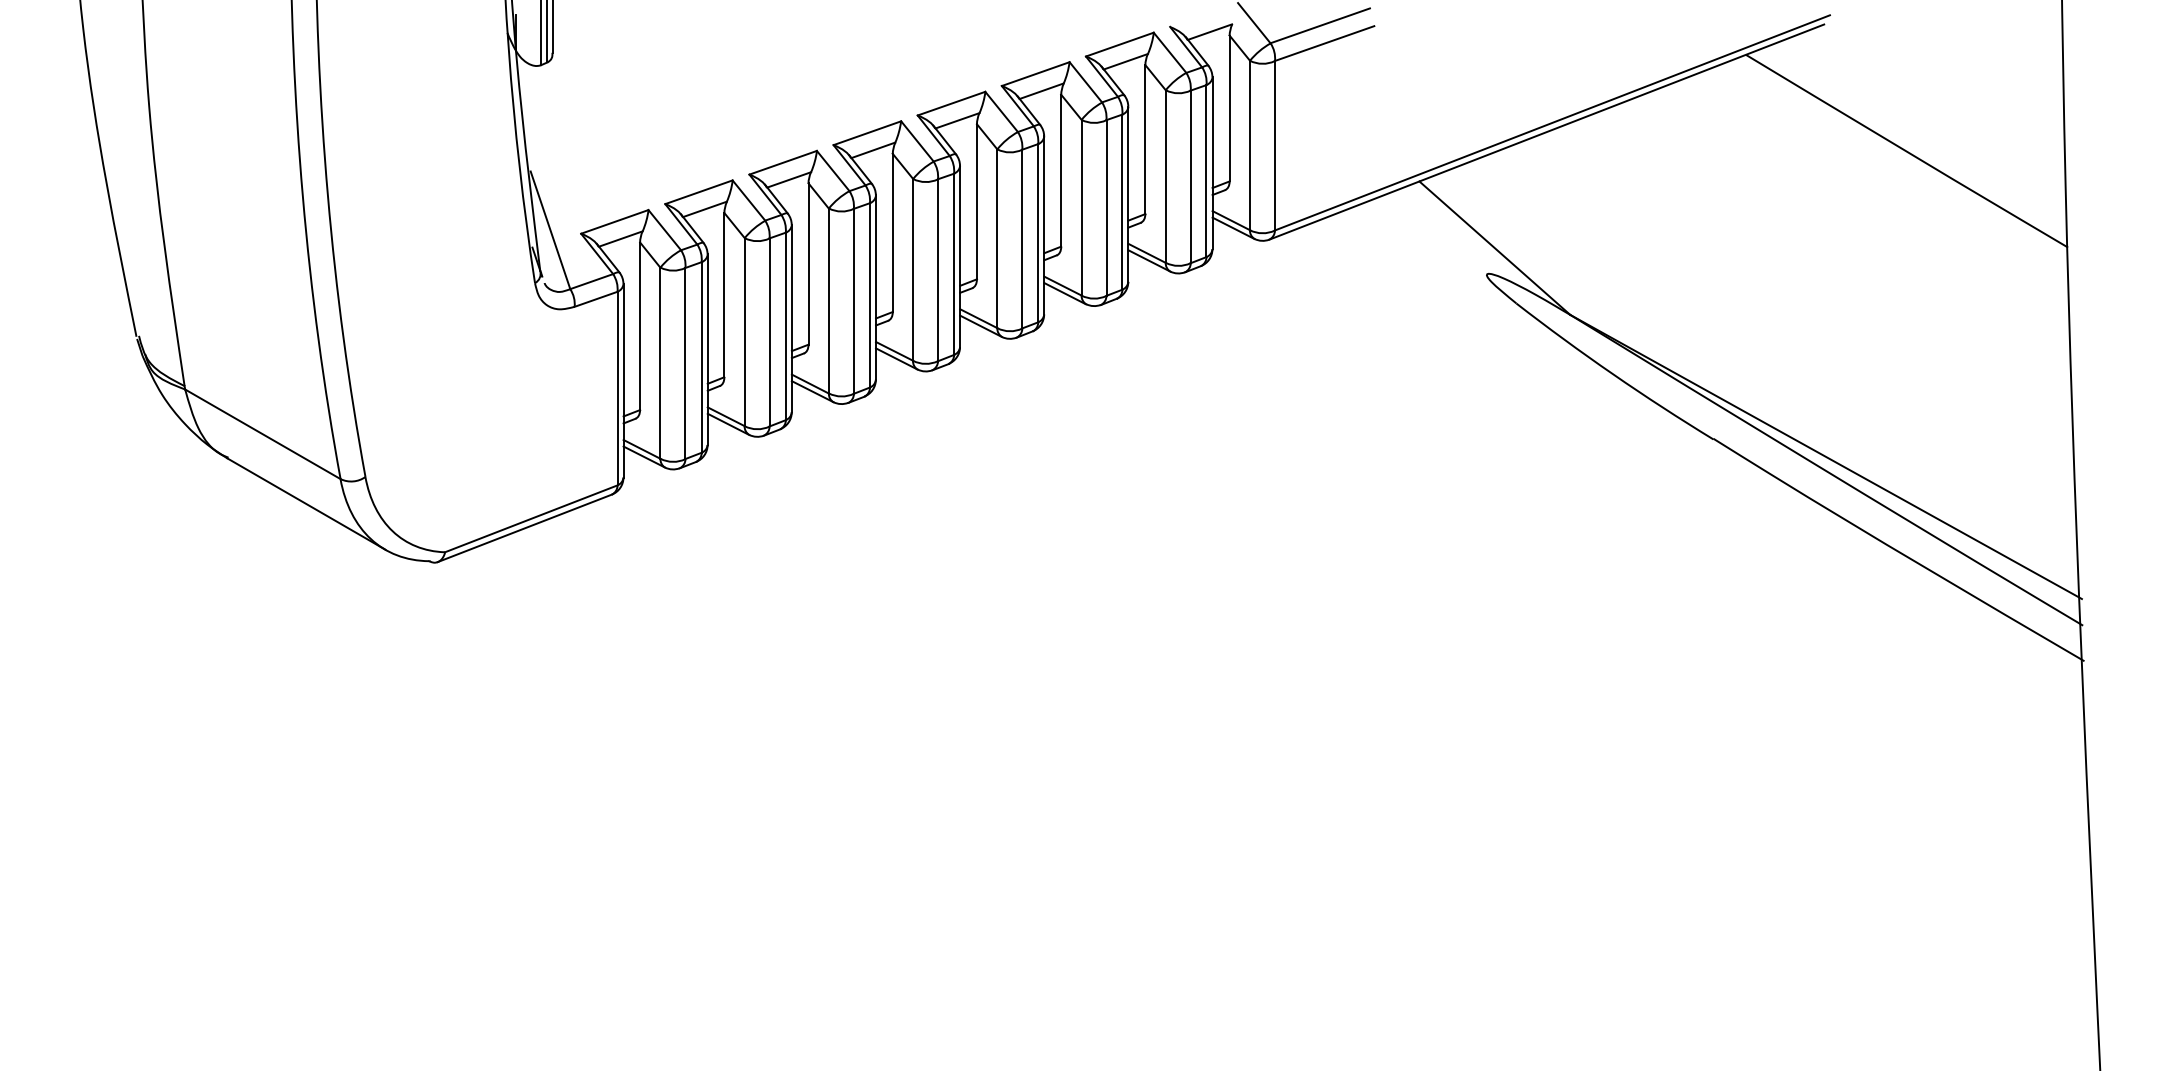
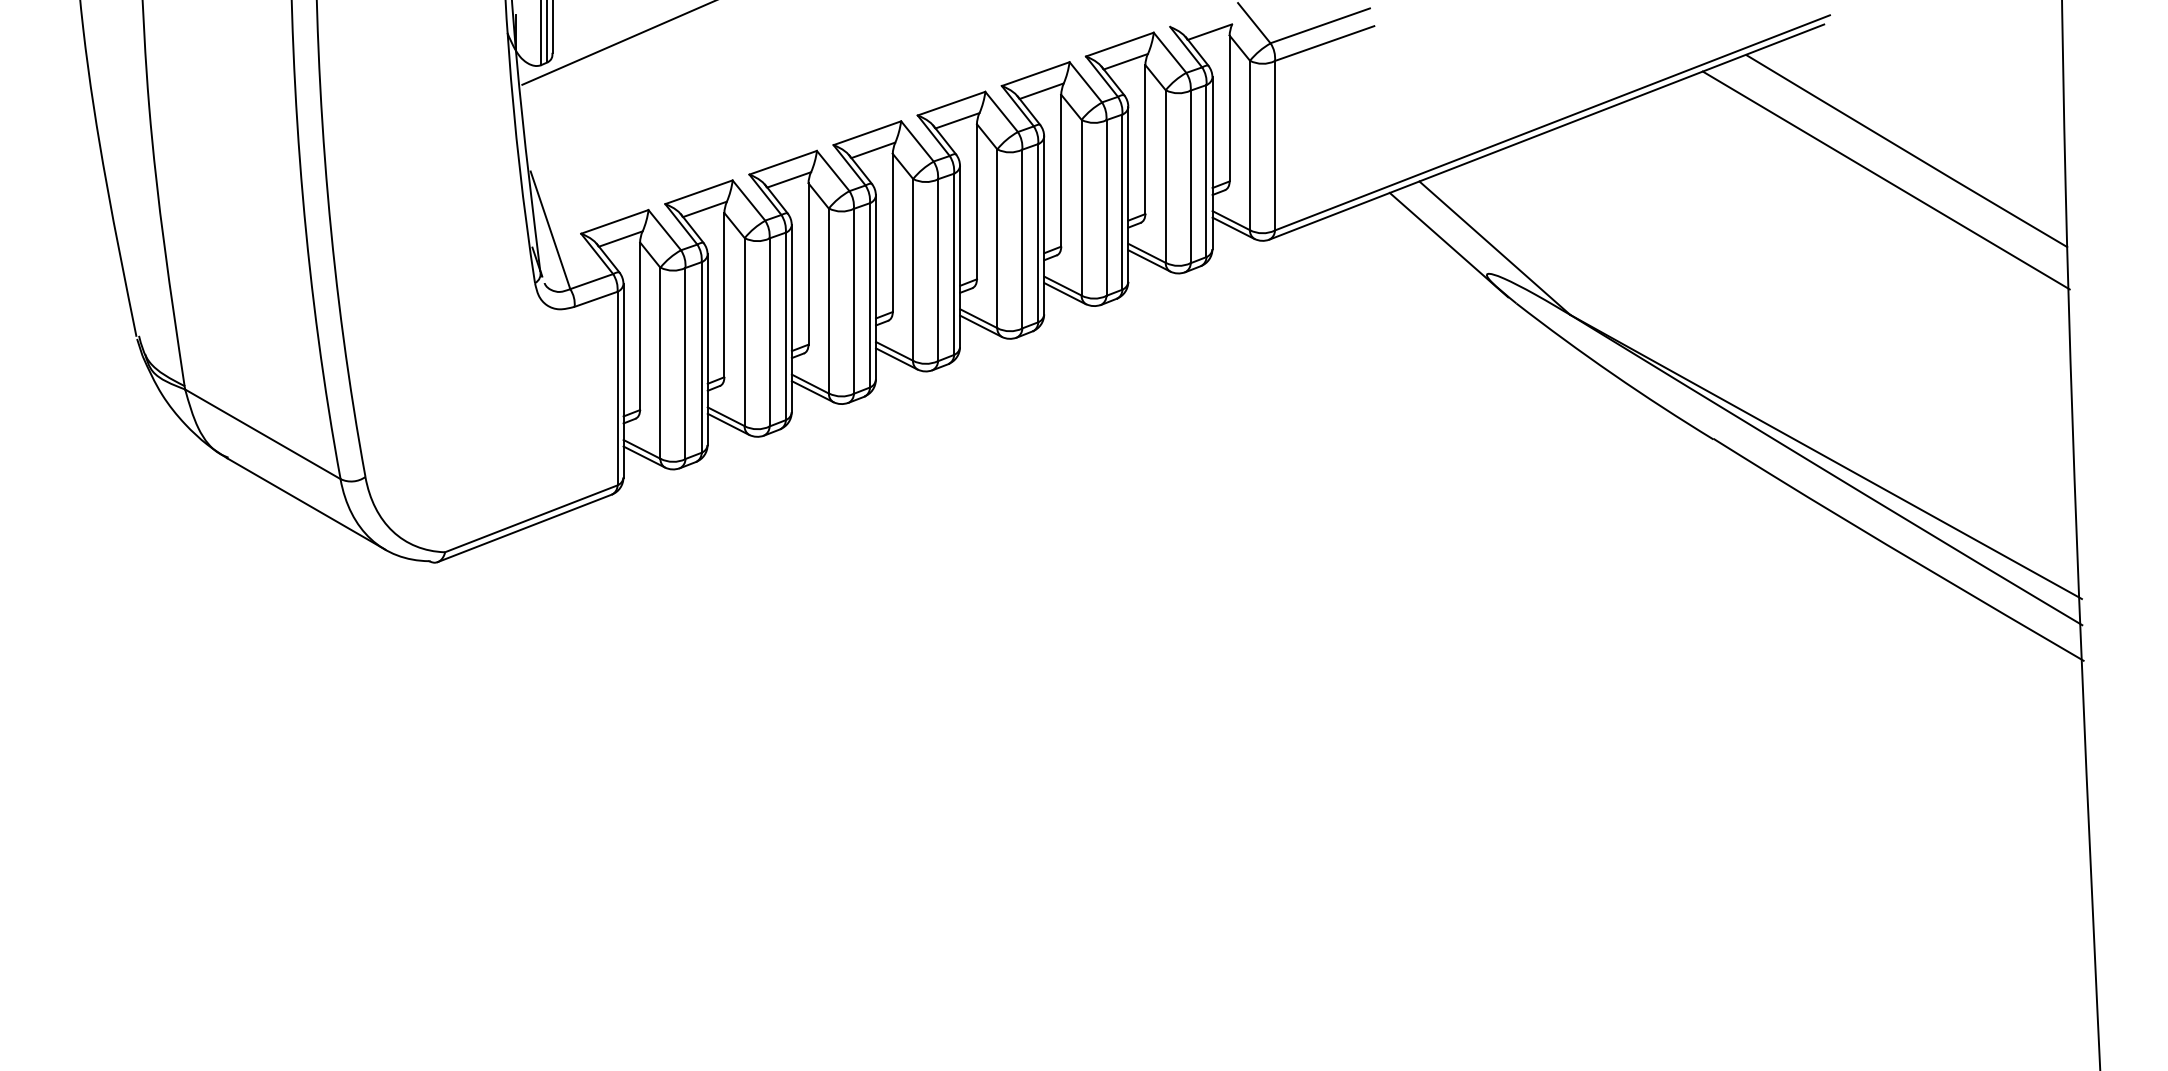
line at (617, 43): none -> present
line at (1885, 180): none -> present
line at (1448, 244): none -> present
